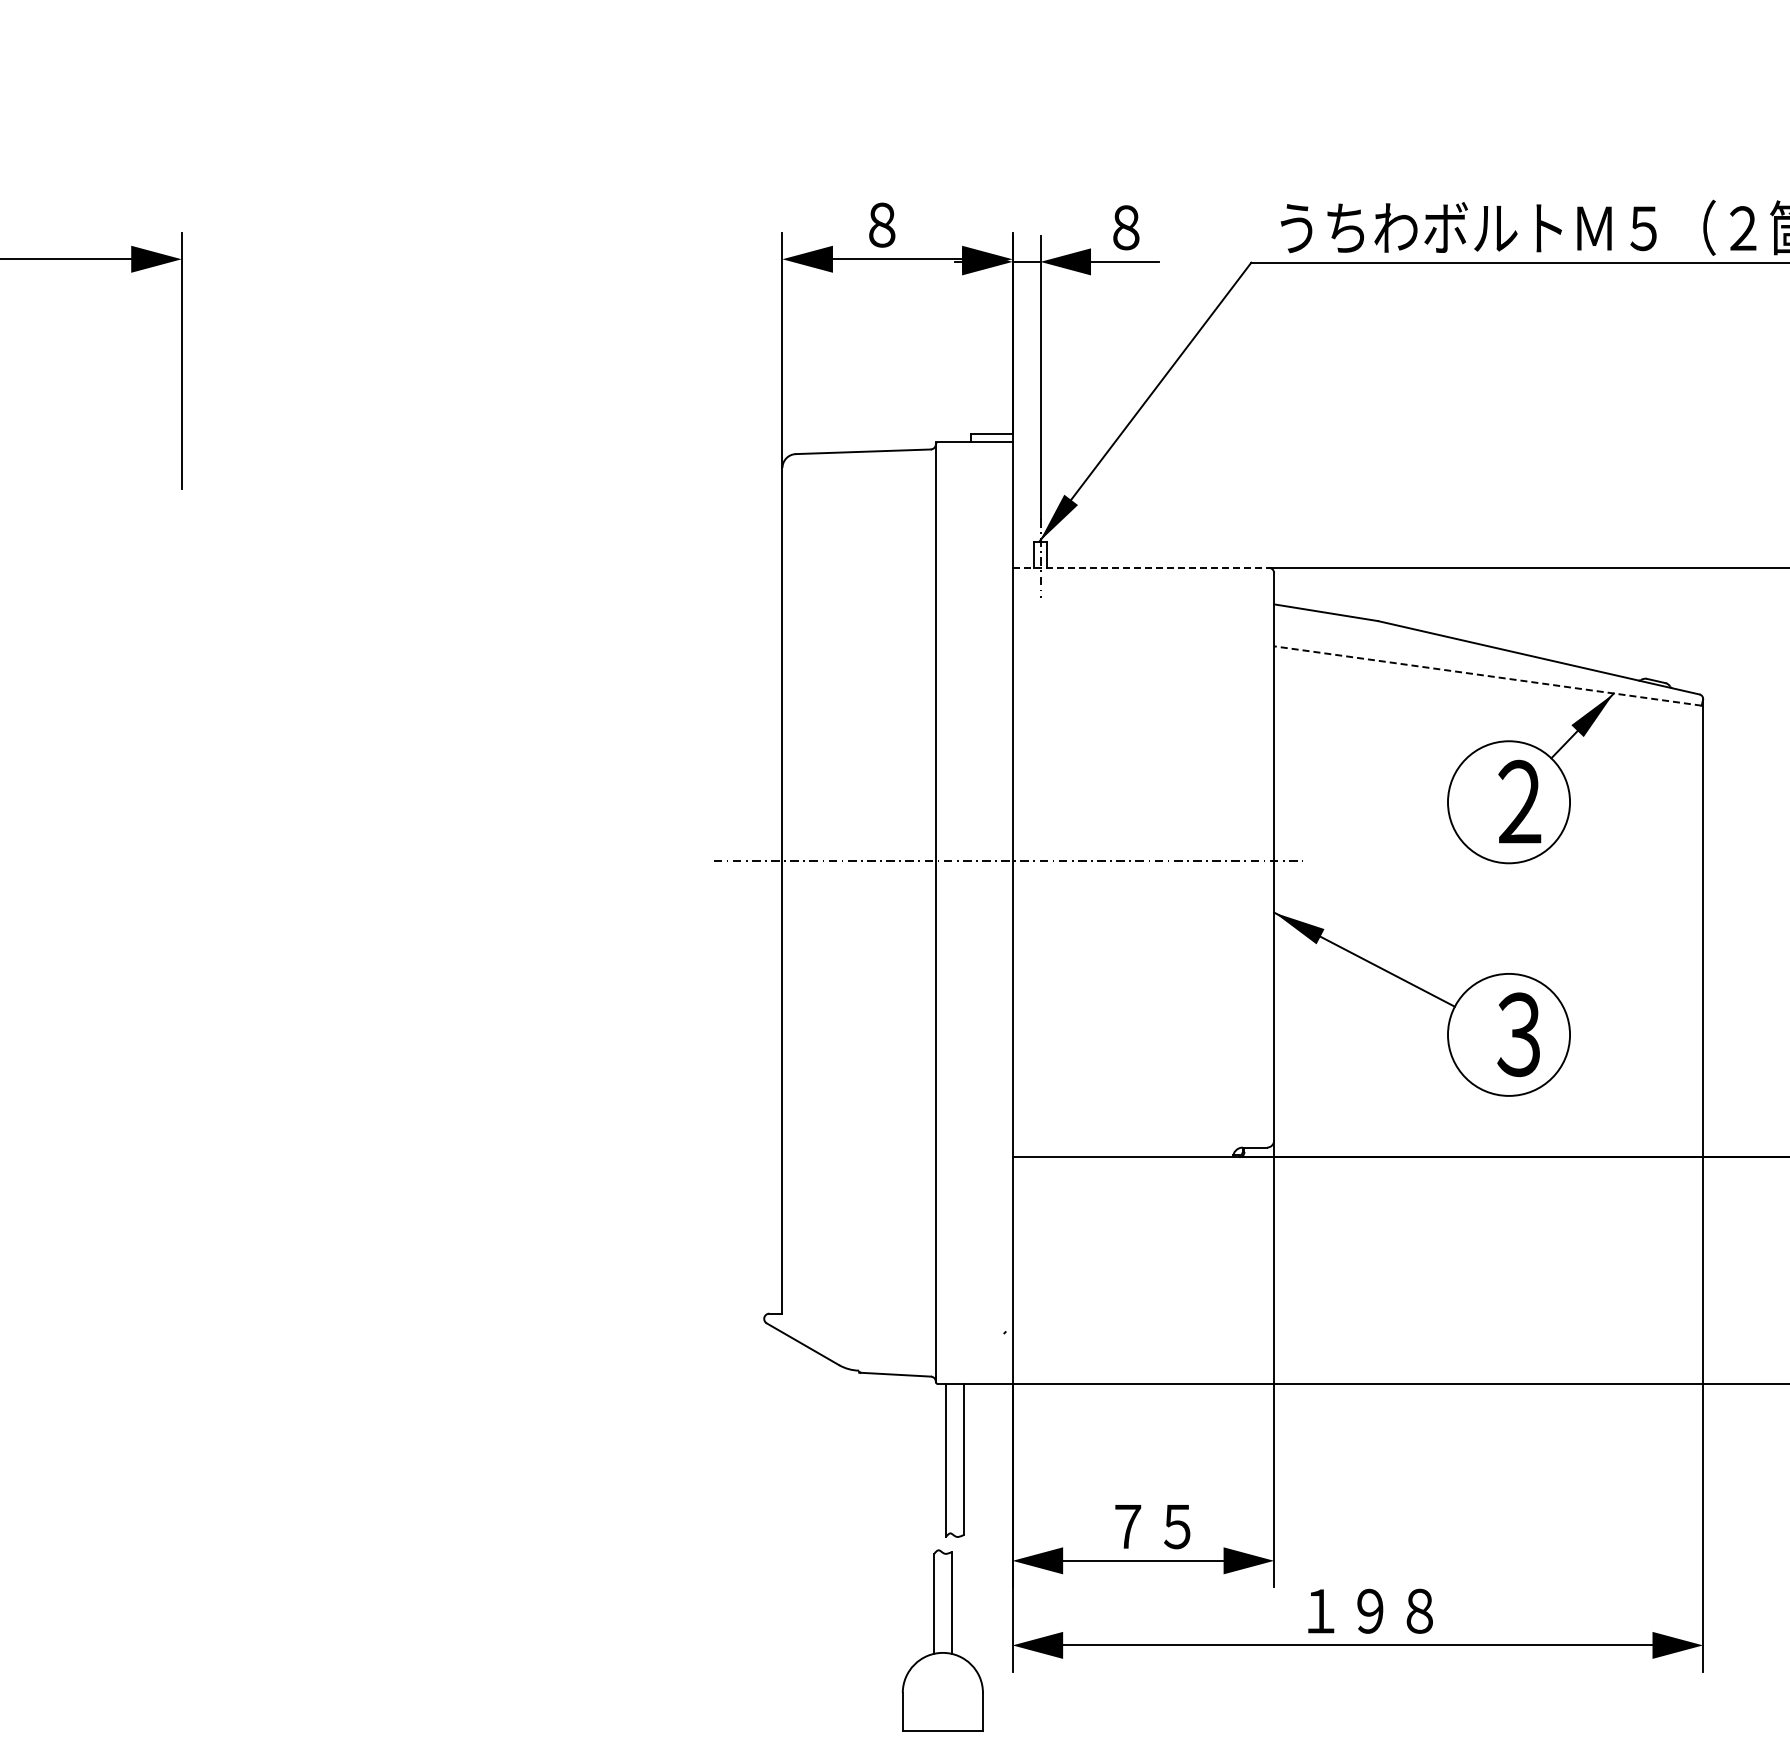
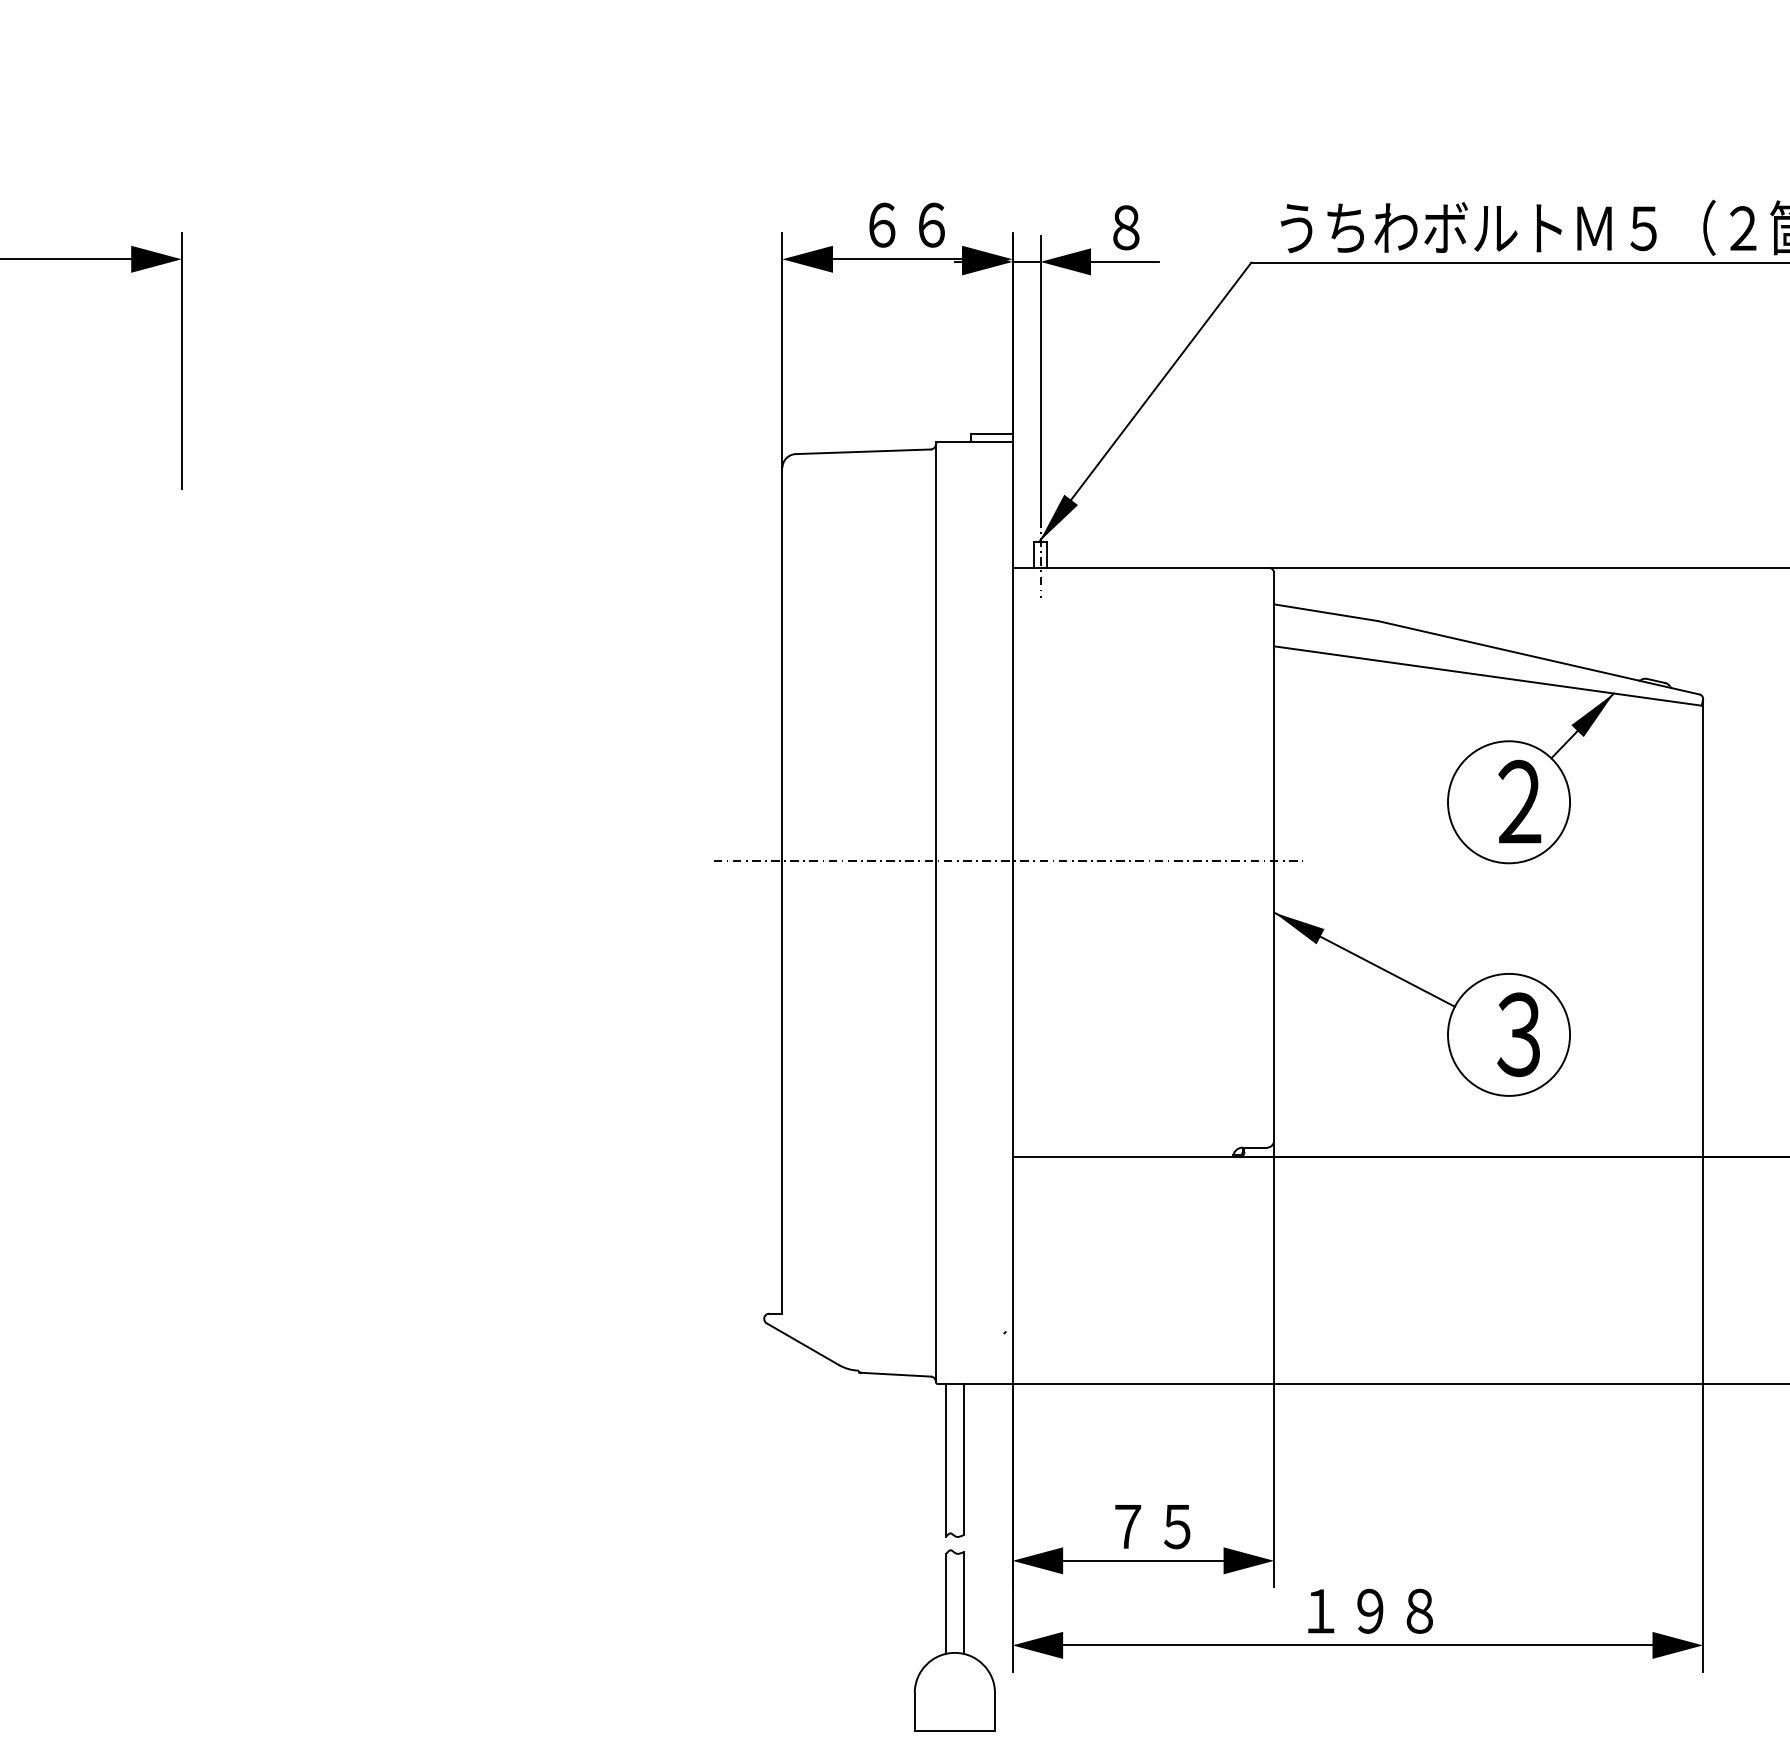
text at (906, 224): ８ -> ６６
line at (1141, 567): dashed -> solid
line at (1487, 676): dashed -> solid
part at (942, 1640) position: (942, 1640) -> (954, 1640)
